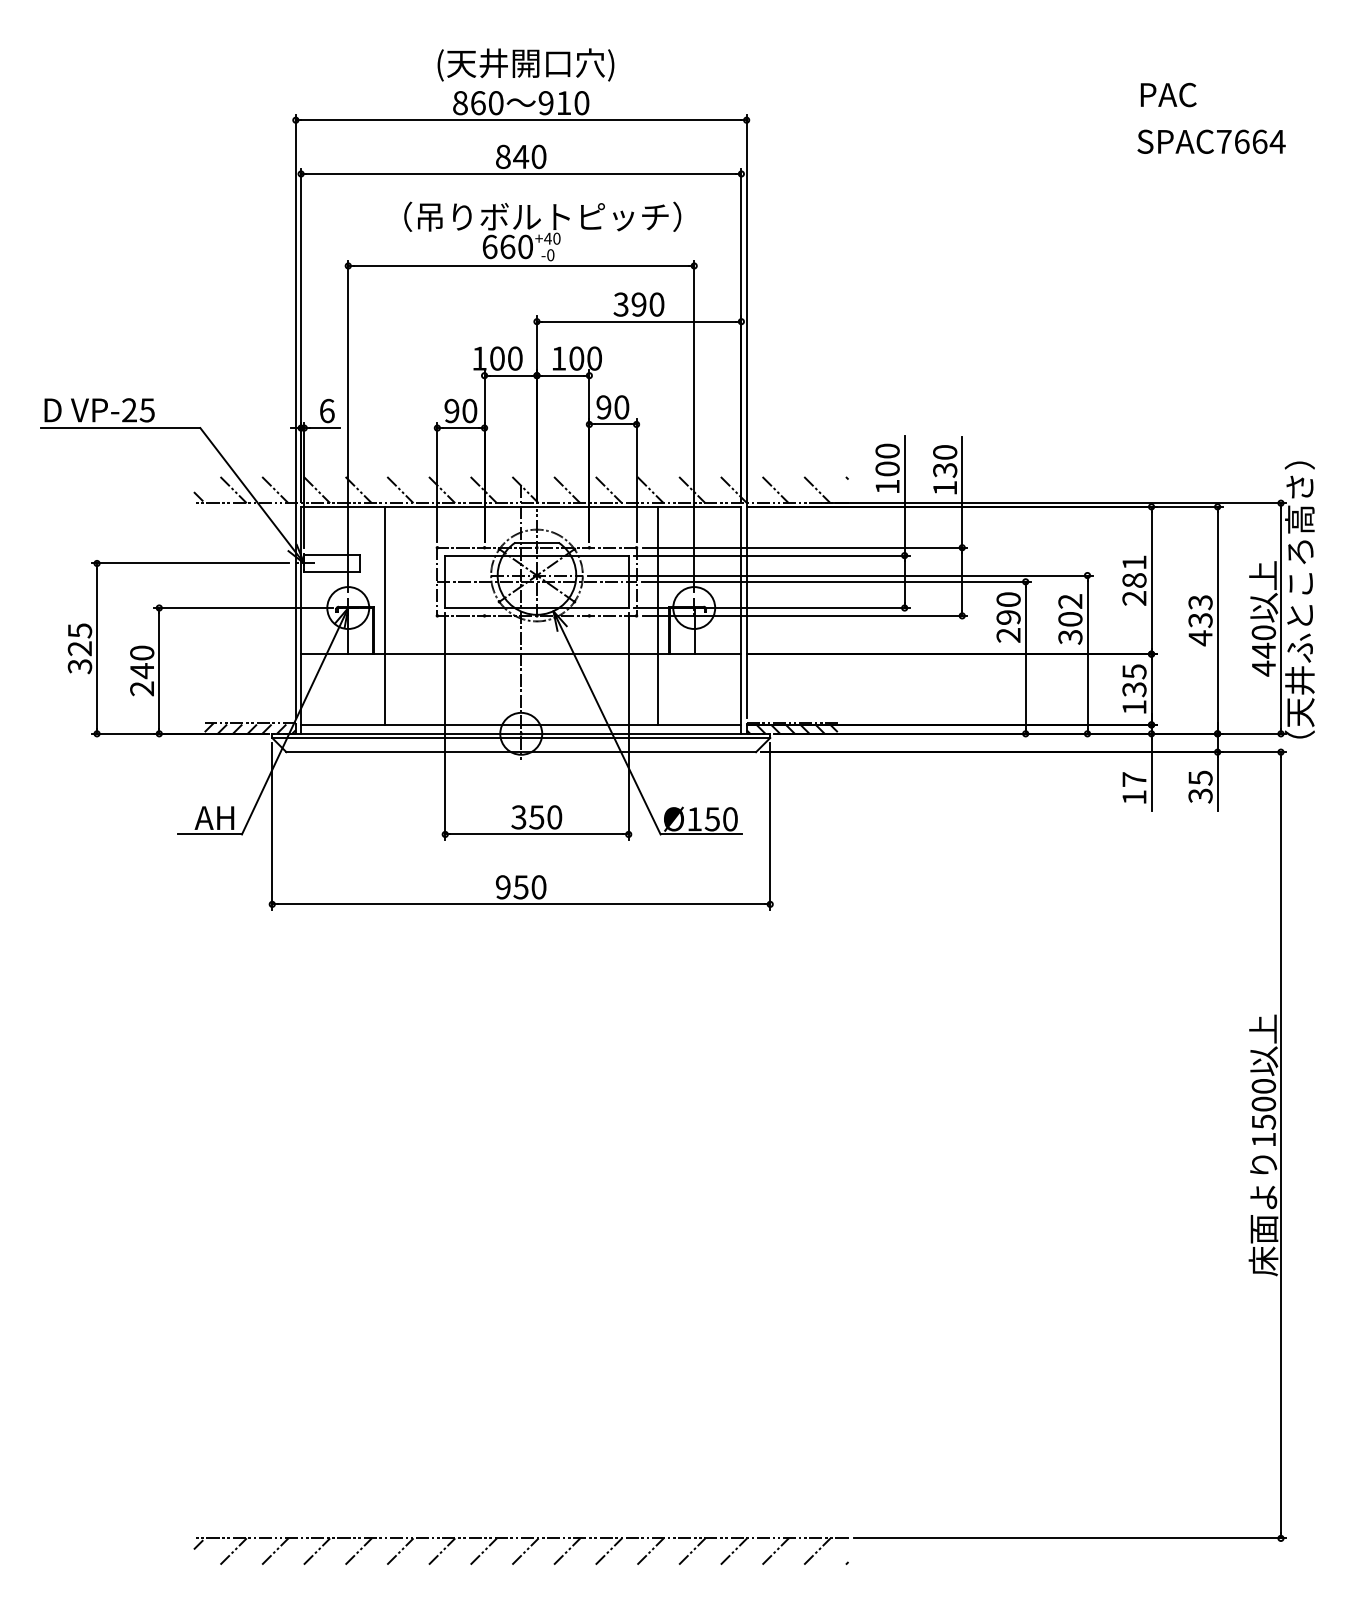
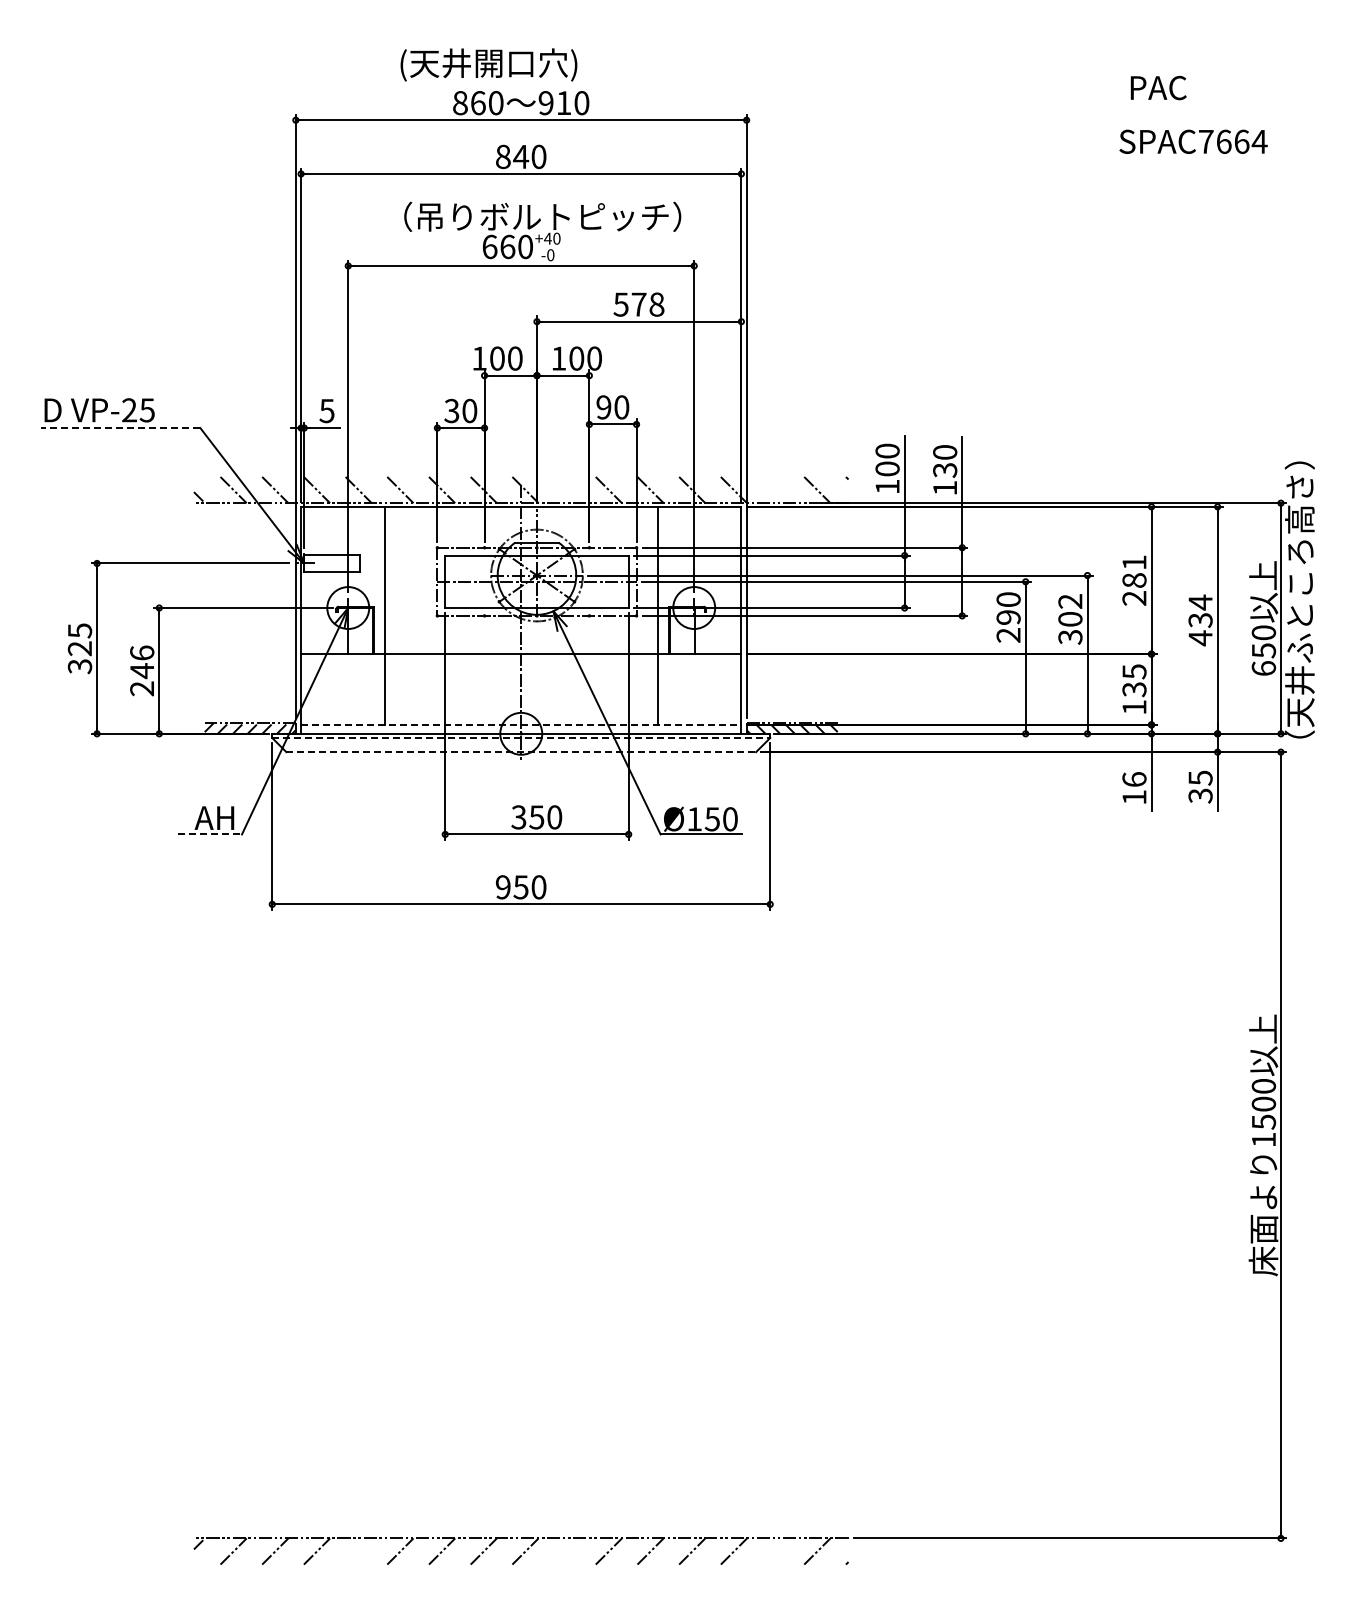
text at (525, 64) position: (525, 64) -> (488, 64)
text at (1168, 94) position: (1168, 94) -> (1158, 87)
text at (1211, 141) position: (1211, 141) -> (1193, 141)
text at (639, 304): 390 -> 578
text at (326, 410): 6 -> 5
text at (451, 411): 90 -> 30
line at (120, 428): solid -> dashed
line at (567, 489): present -> none
line at (775, 489): present -> none
text at (1200, 602): 433 -> 434
text at (142, 652): 240 -> 246
text at (1263, 659): 440 -> 650
line at (521, 724): solid -> dashed
line at (521, 738): solid -> dashed
line at (521, 752): solid -> dashed
text at (1134, 779): 17 -> 16
line at (210, 834): solid -> dashed
line at (358, 1551): present -> none
line at (567, 1551): present -> none
line at (775, 1551): present -> none
